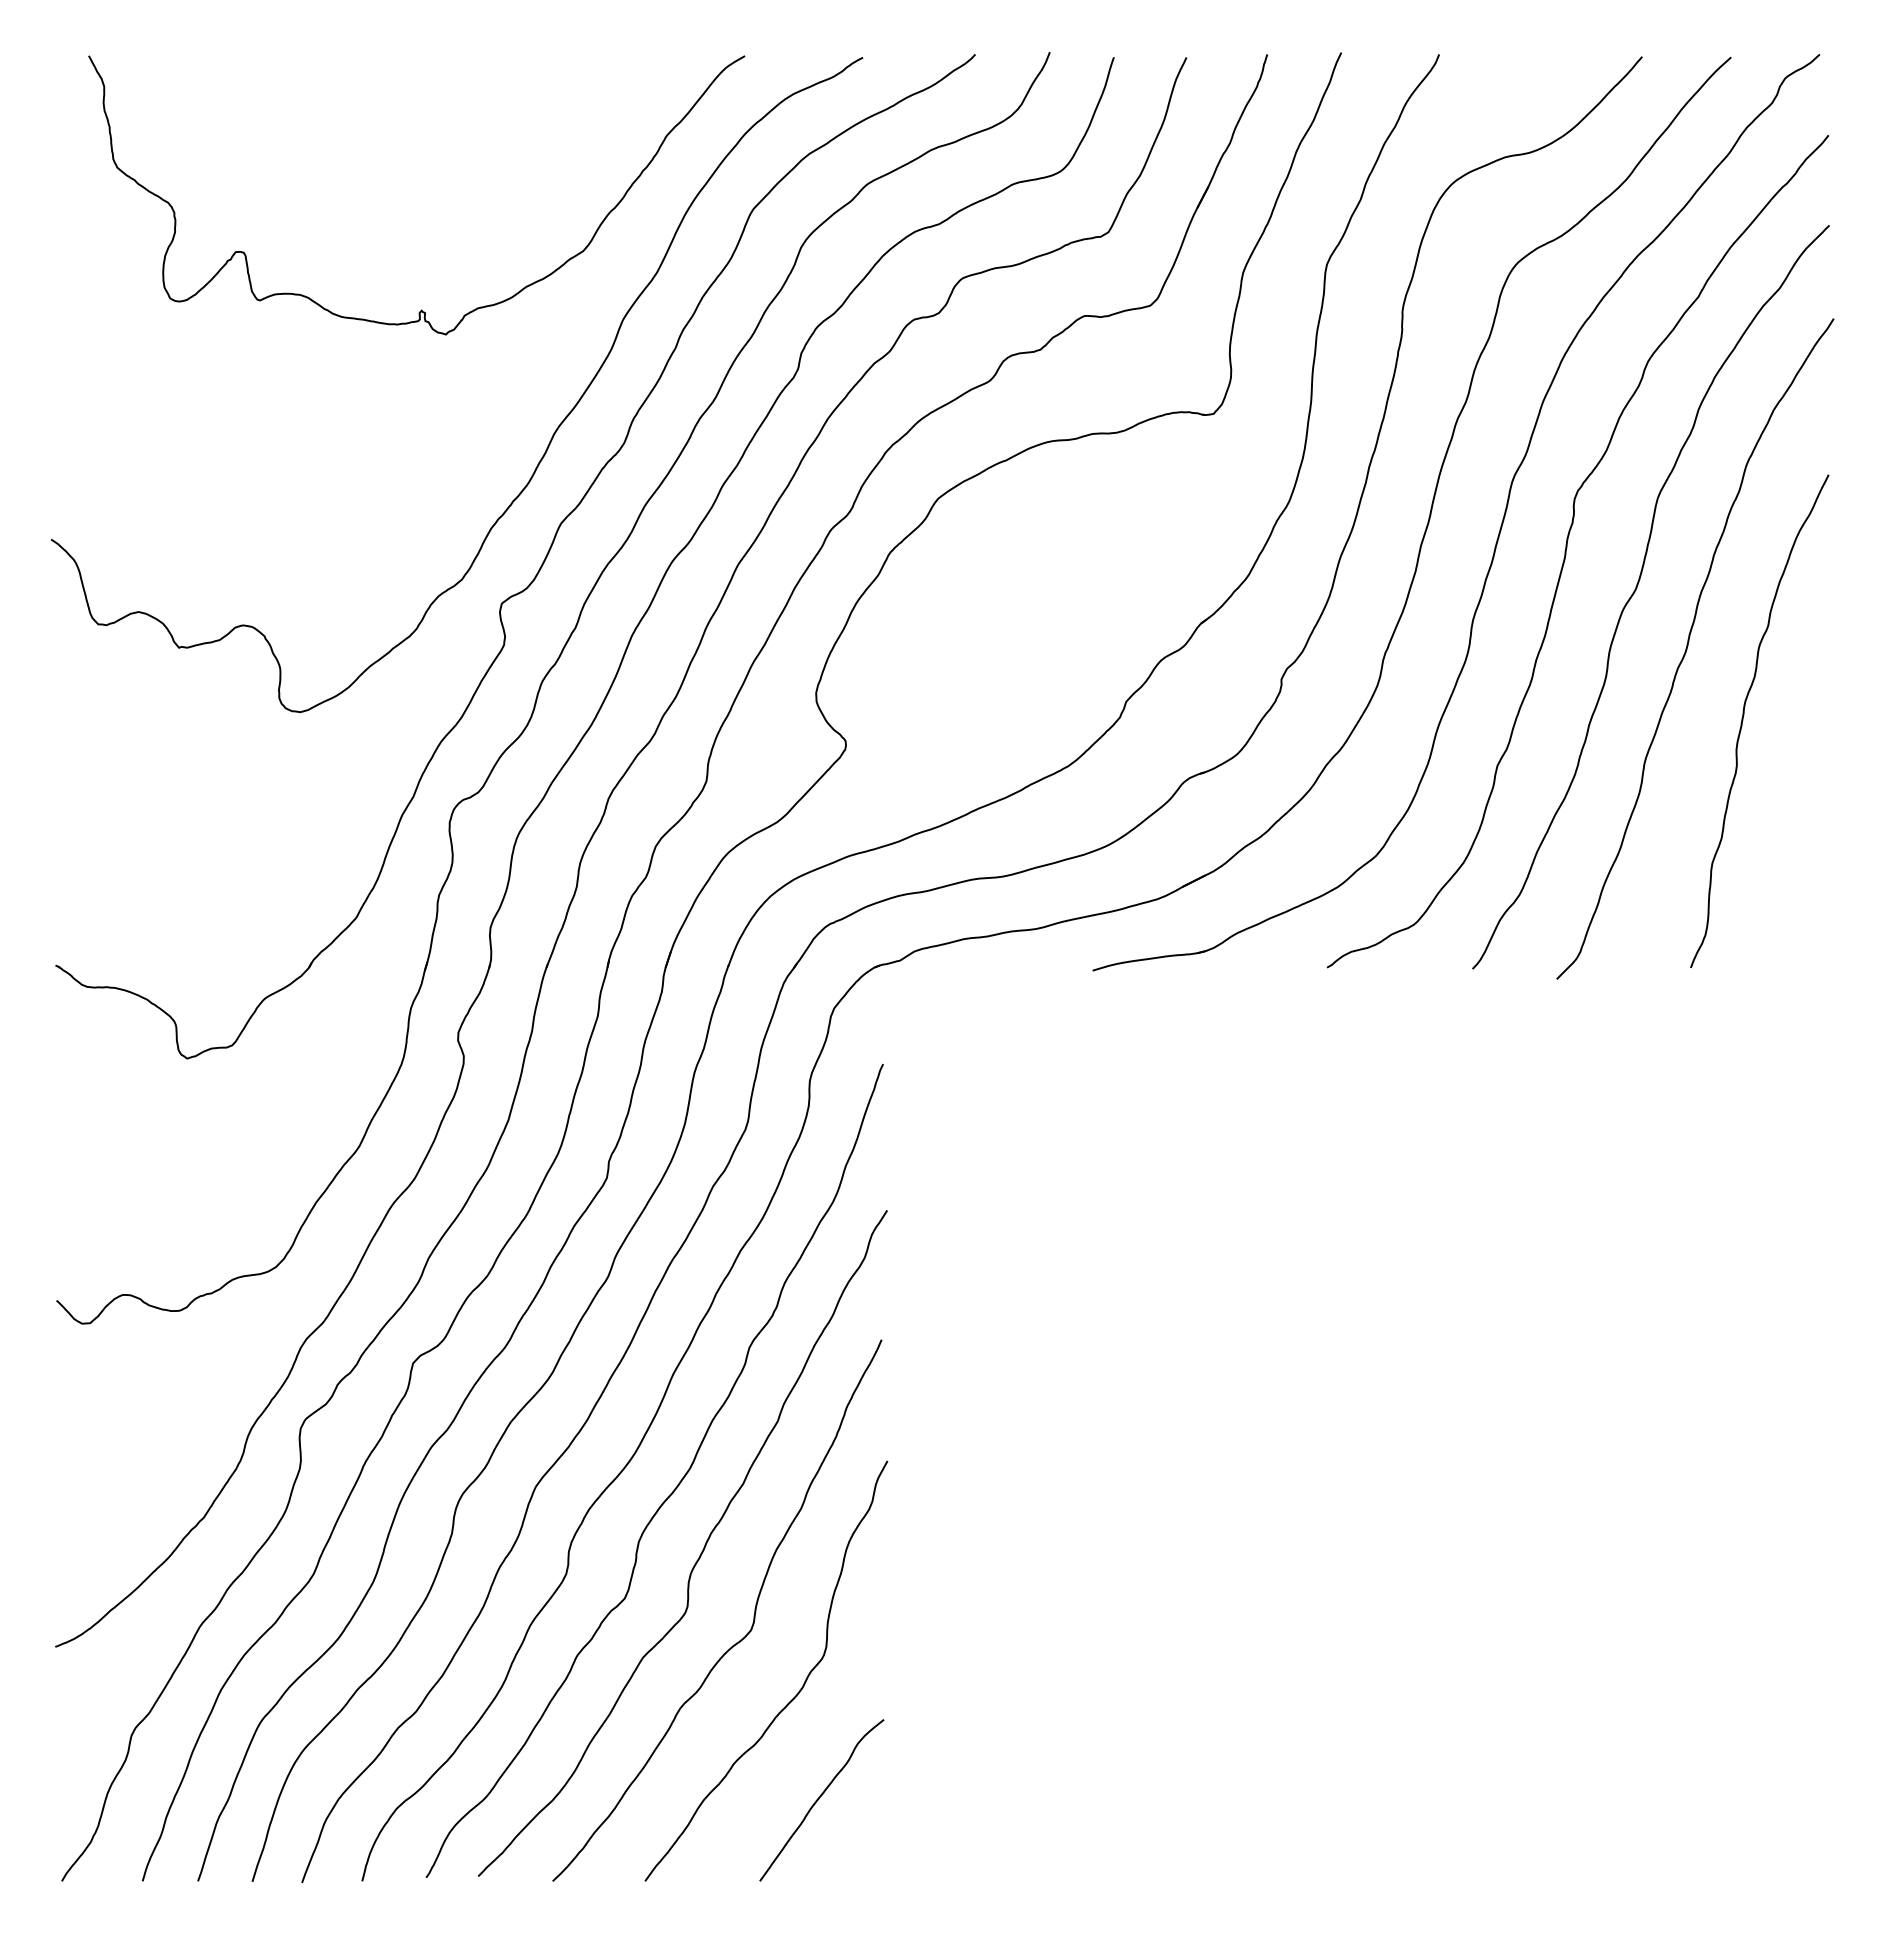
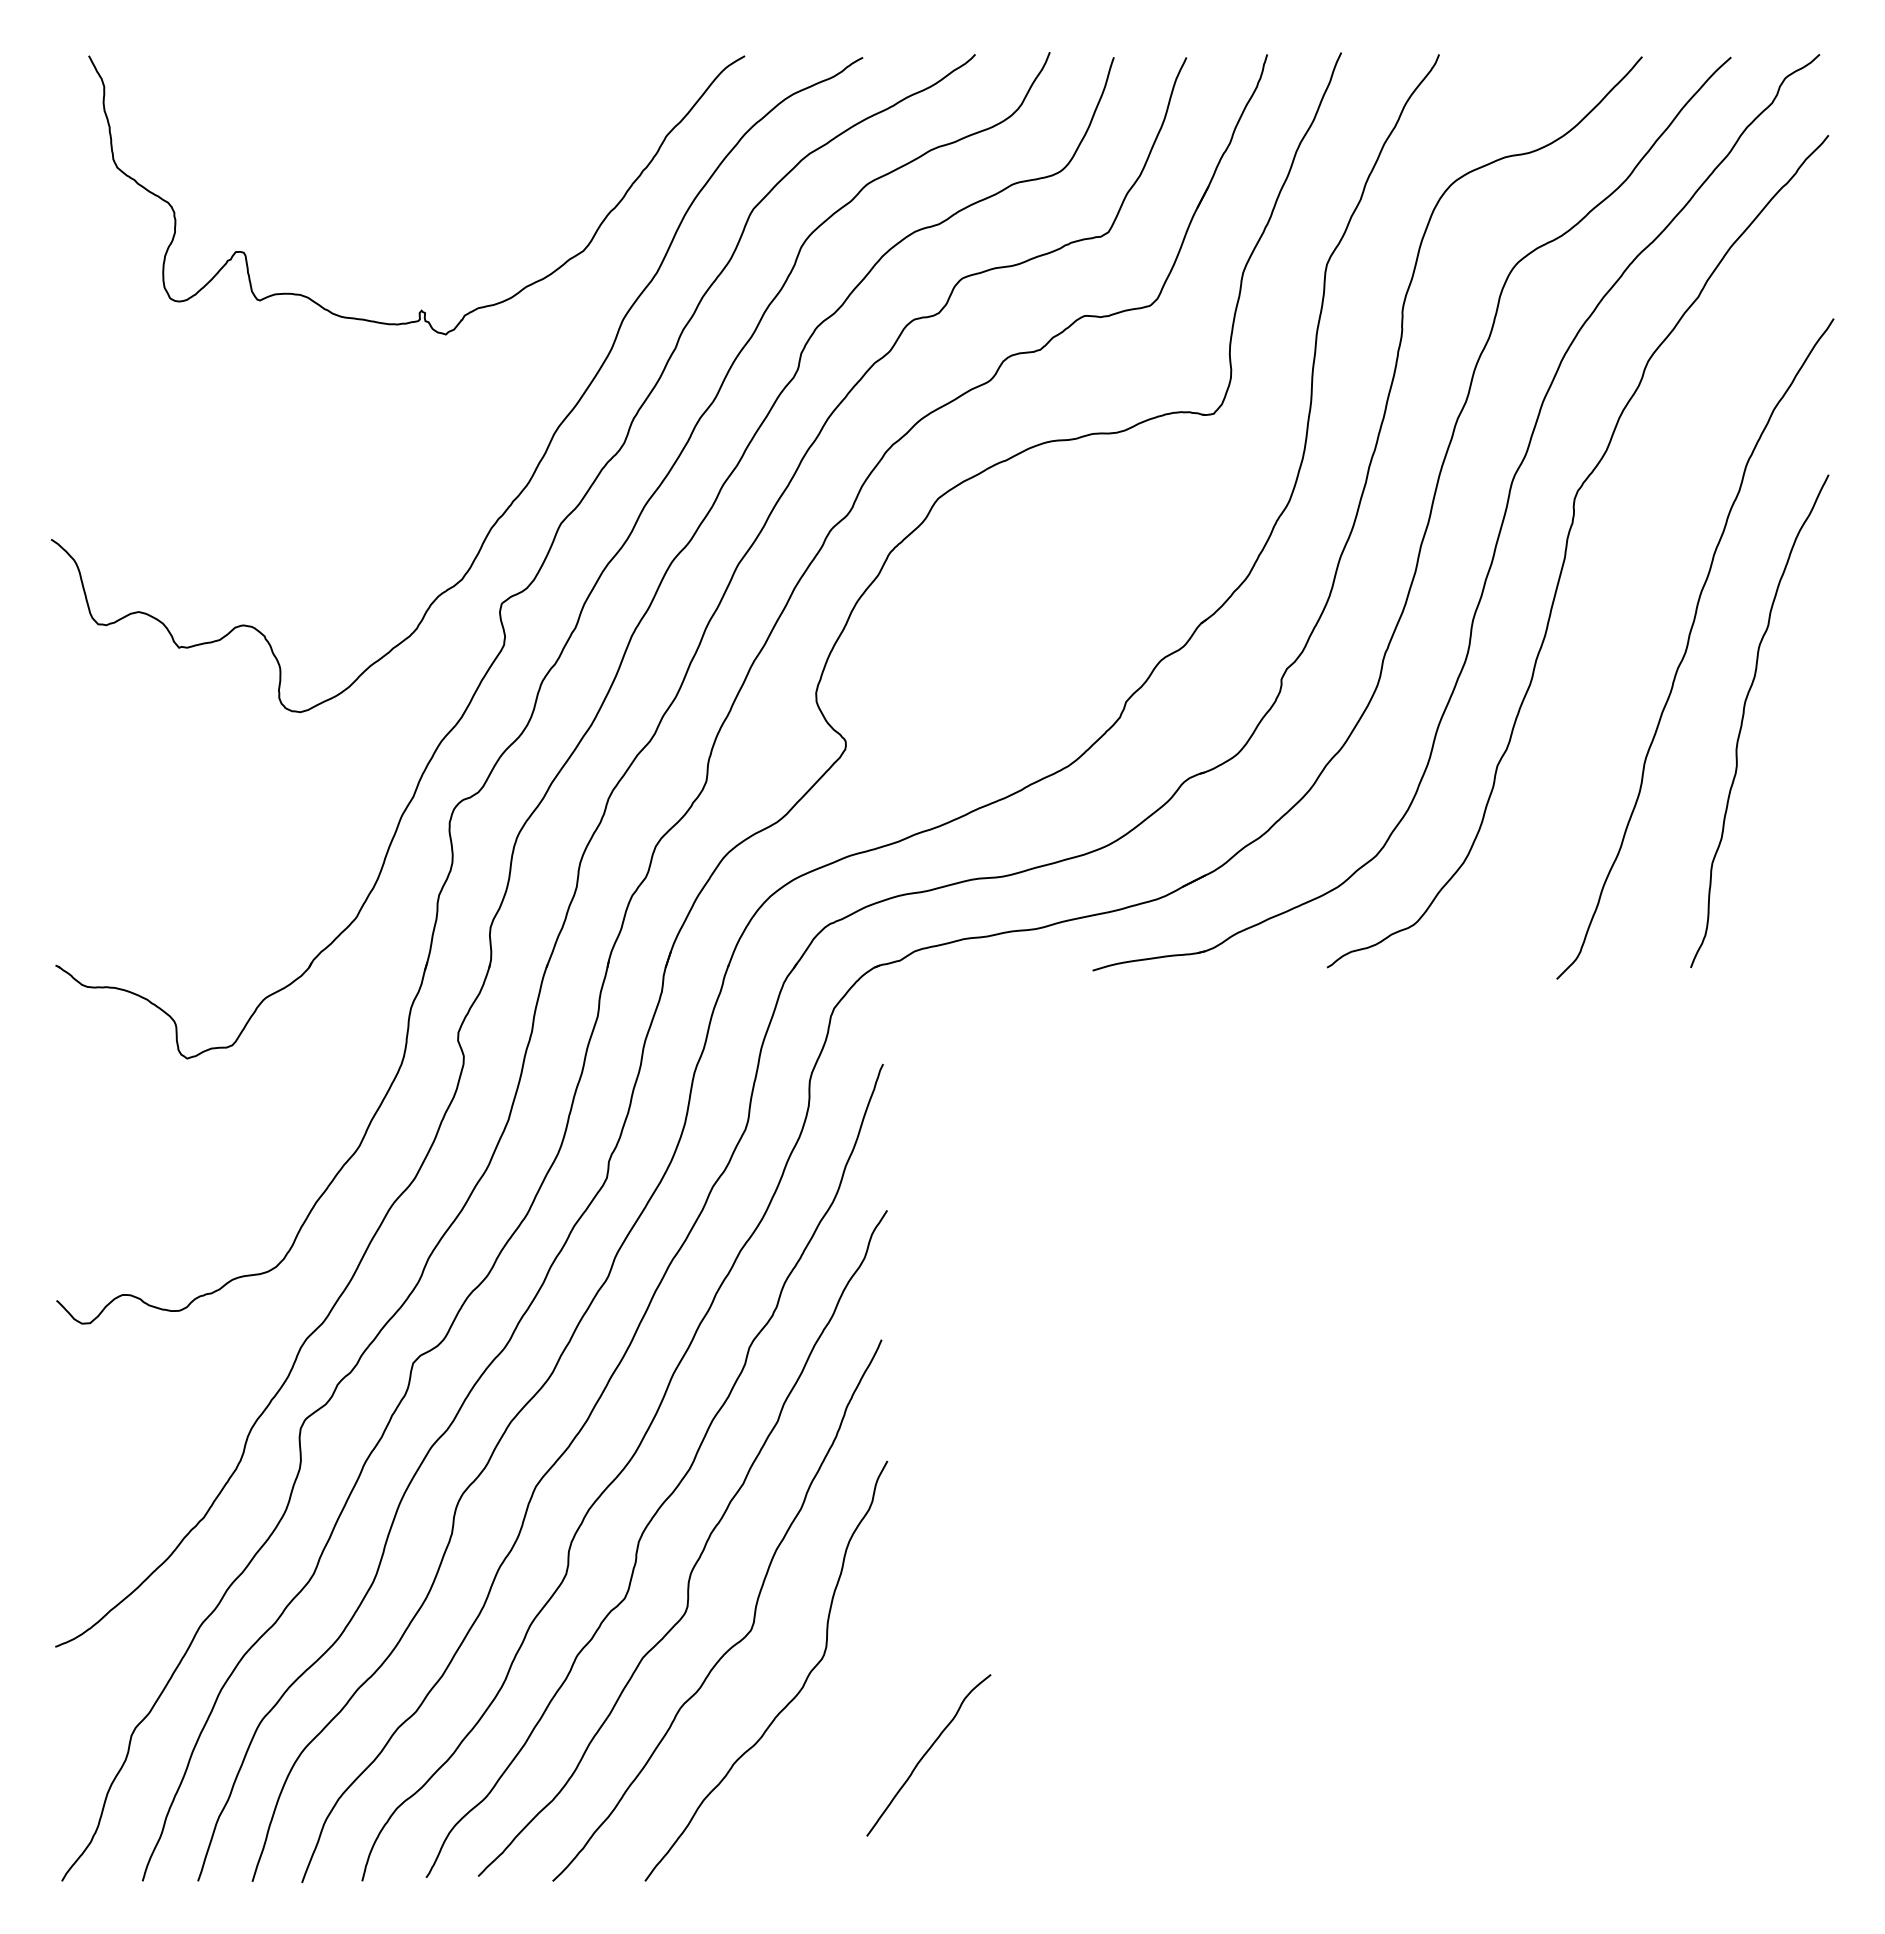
curve at (1636, 590): present -> none
curve at (819, 1799) position: (819, 1799) -> (926, 1754)
